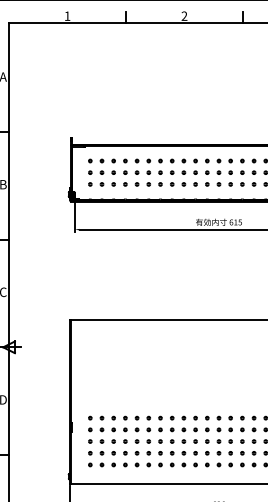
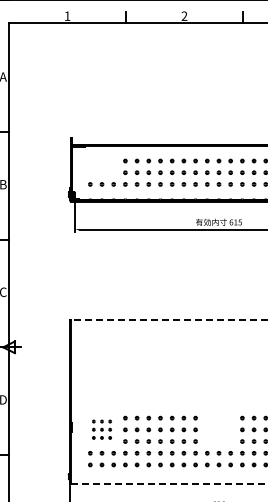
part at (101, 166): present -> none
line at (169, 319): solid -> dashed
part at (101, 429) size: 28x29 px -> 20x21 px
part at (218, 429): present -> none
line at (170, 483): solid -> dashed
